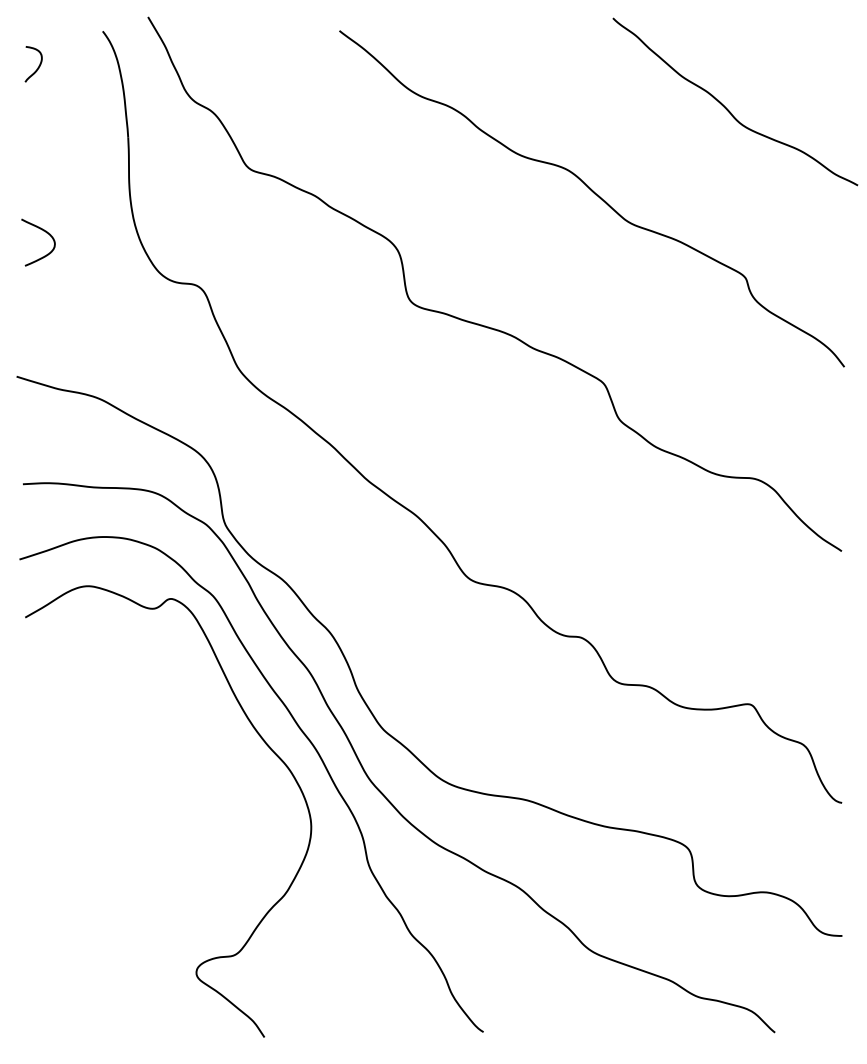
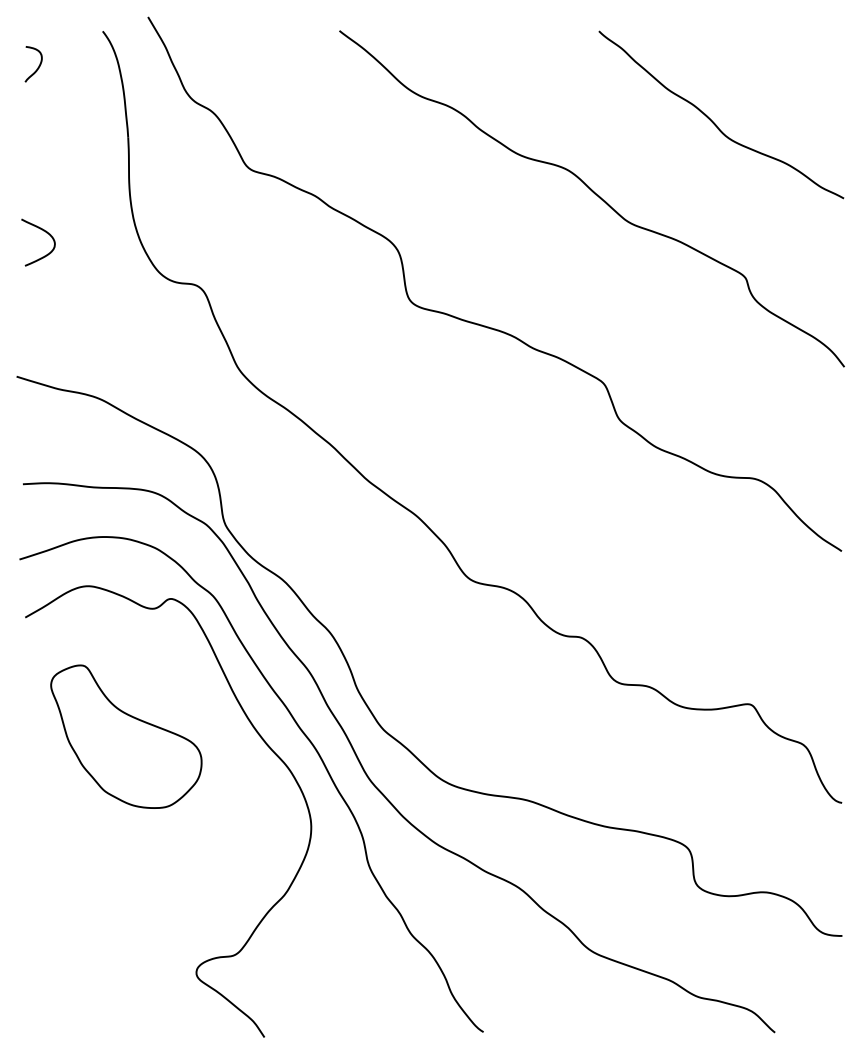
curve at (727, 108) position: (727, 108) -> (713, 121)
part at (126, 736): none -> present
